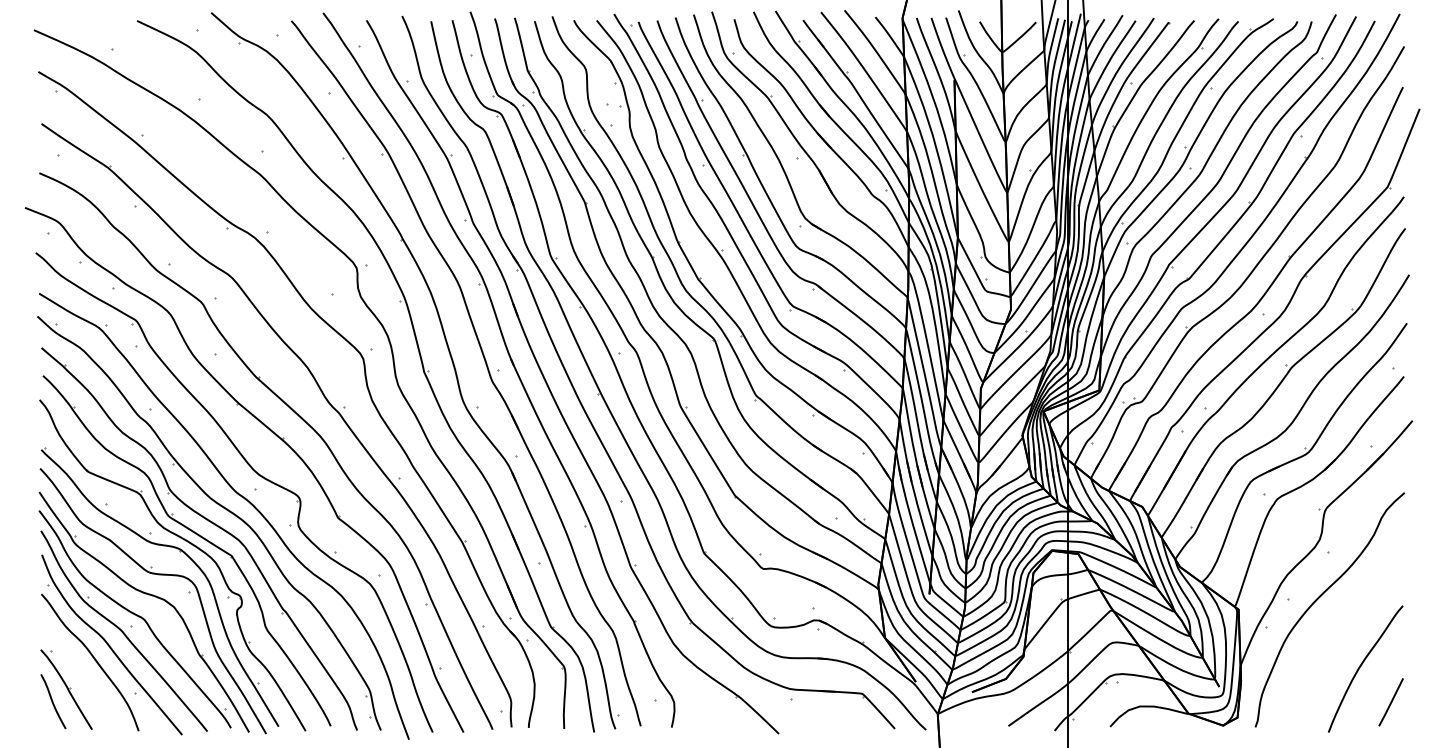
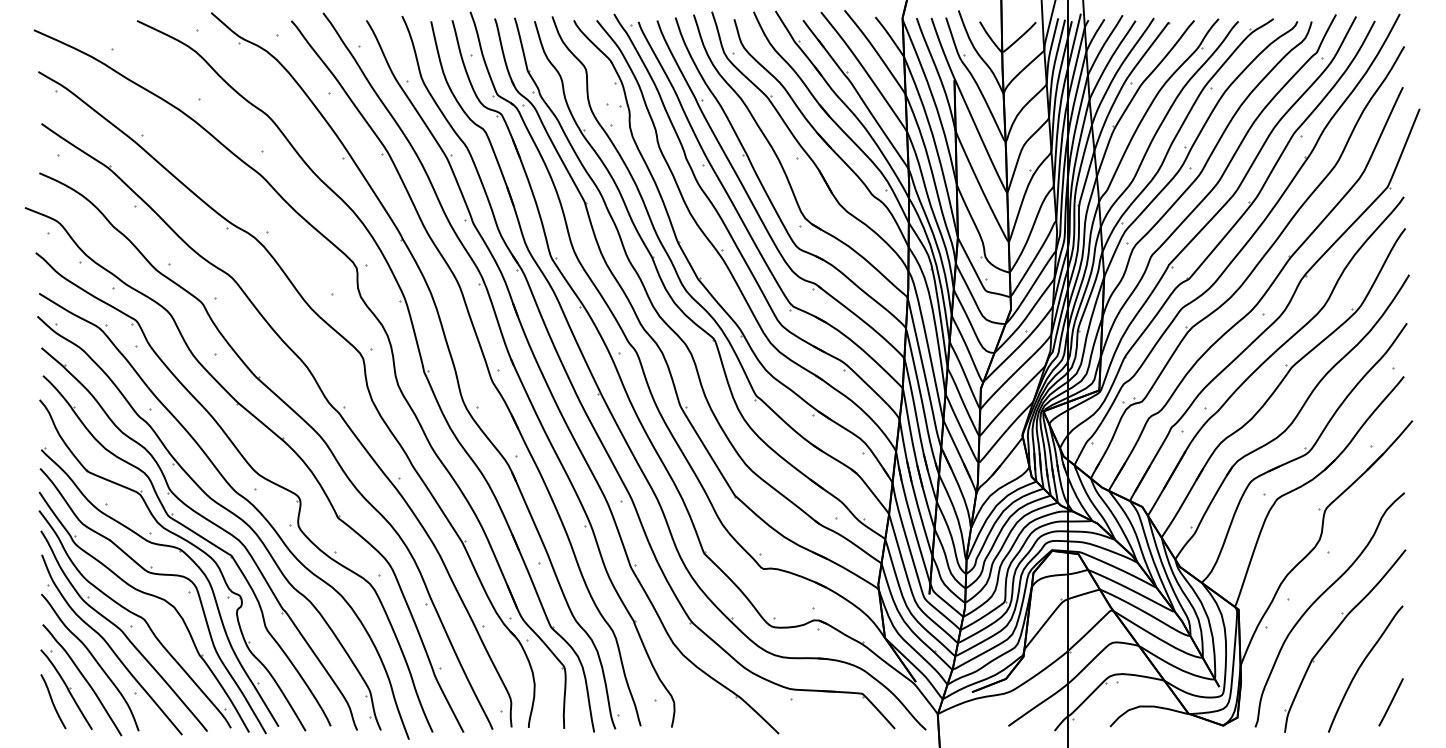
part at (1334, 633): none -> present
curve at (83, 678): none -> present
